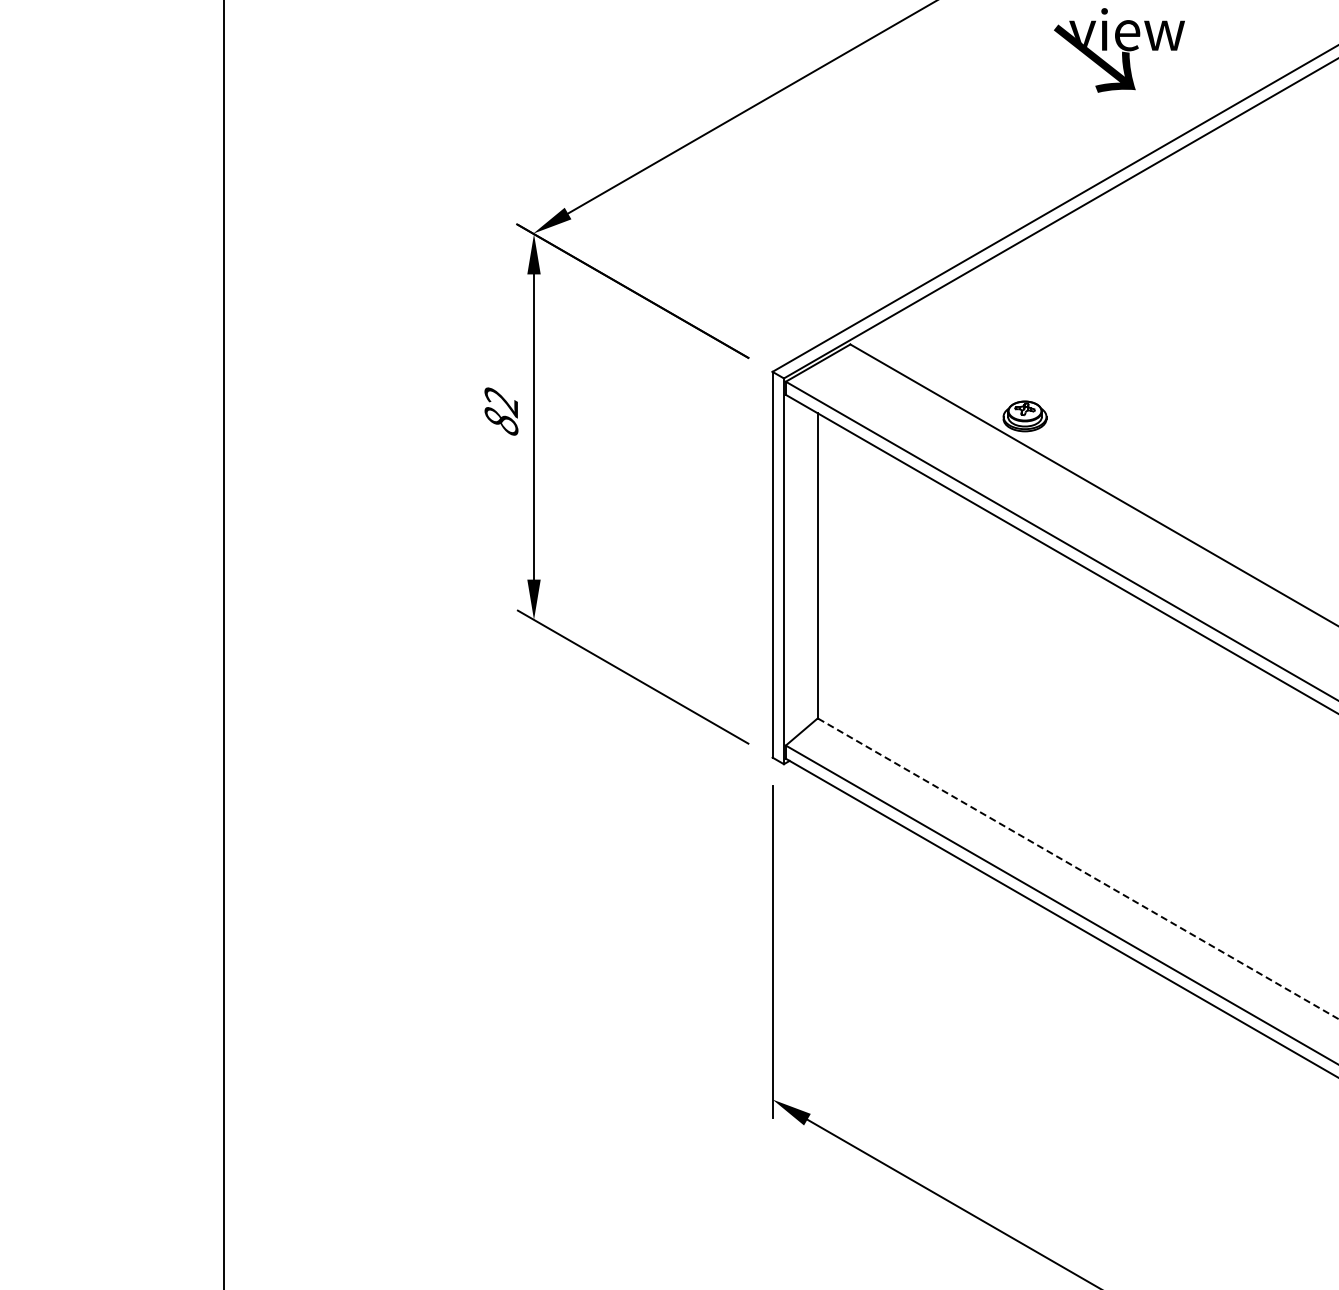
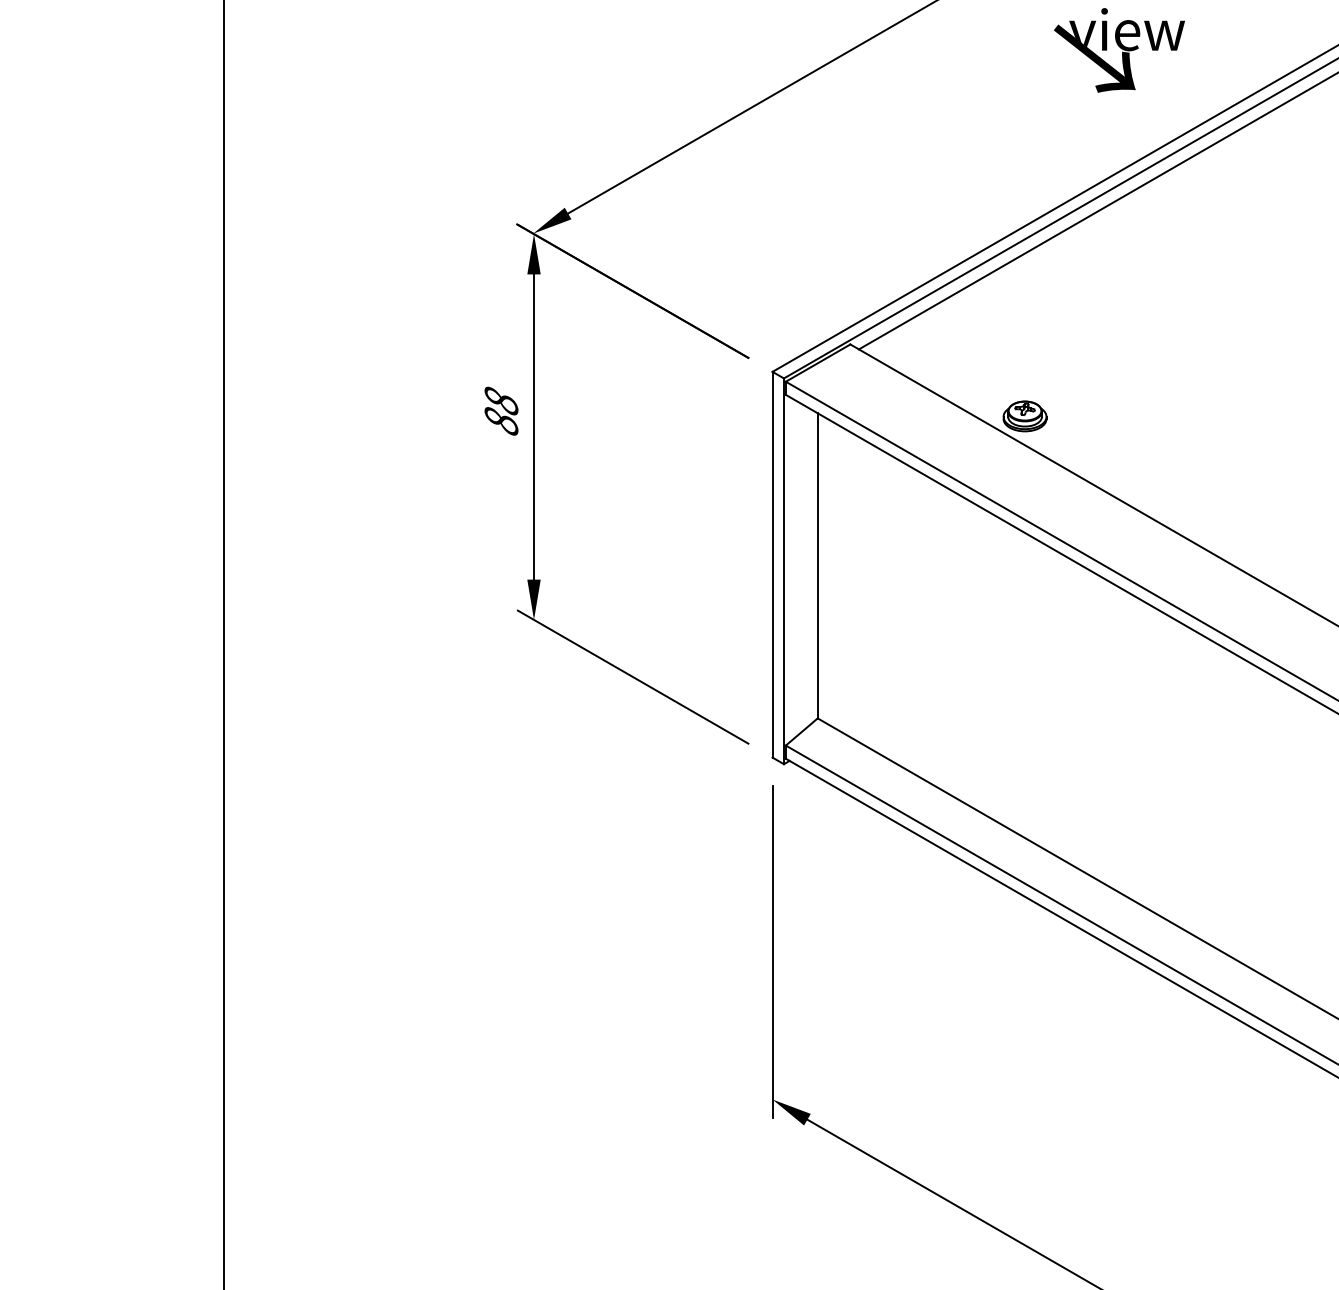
line at (1096, 211): none -> present
text at (501, 402): 82 -> 88
line at (1078, 868): dashed -> solid
